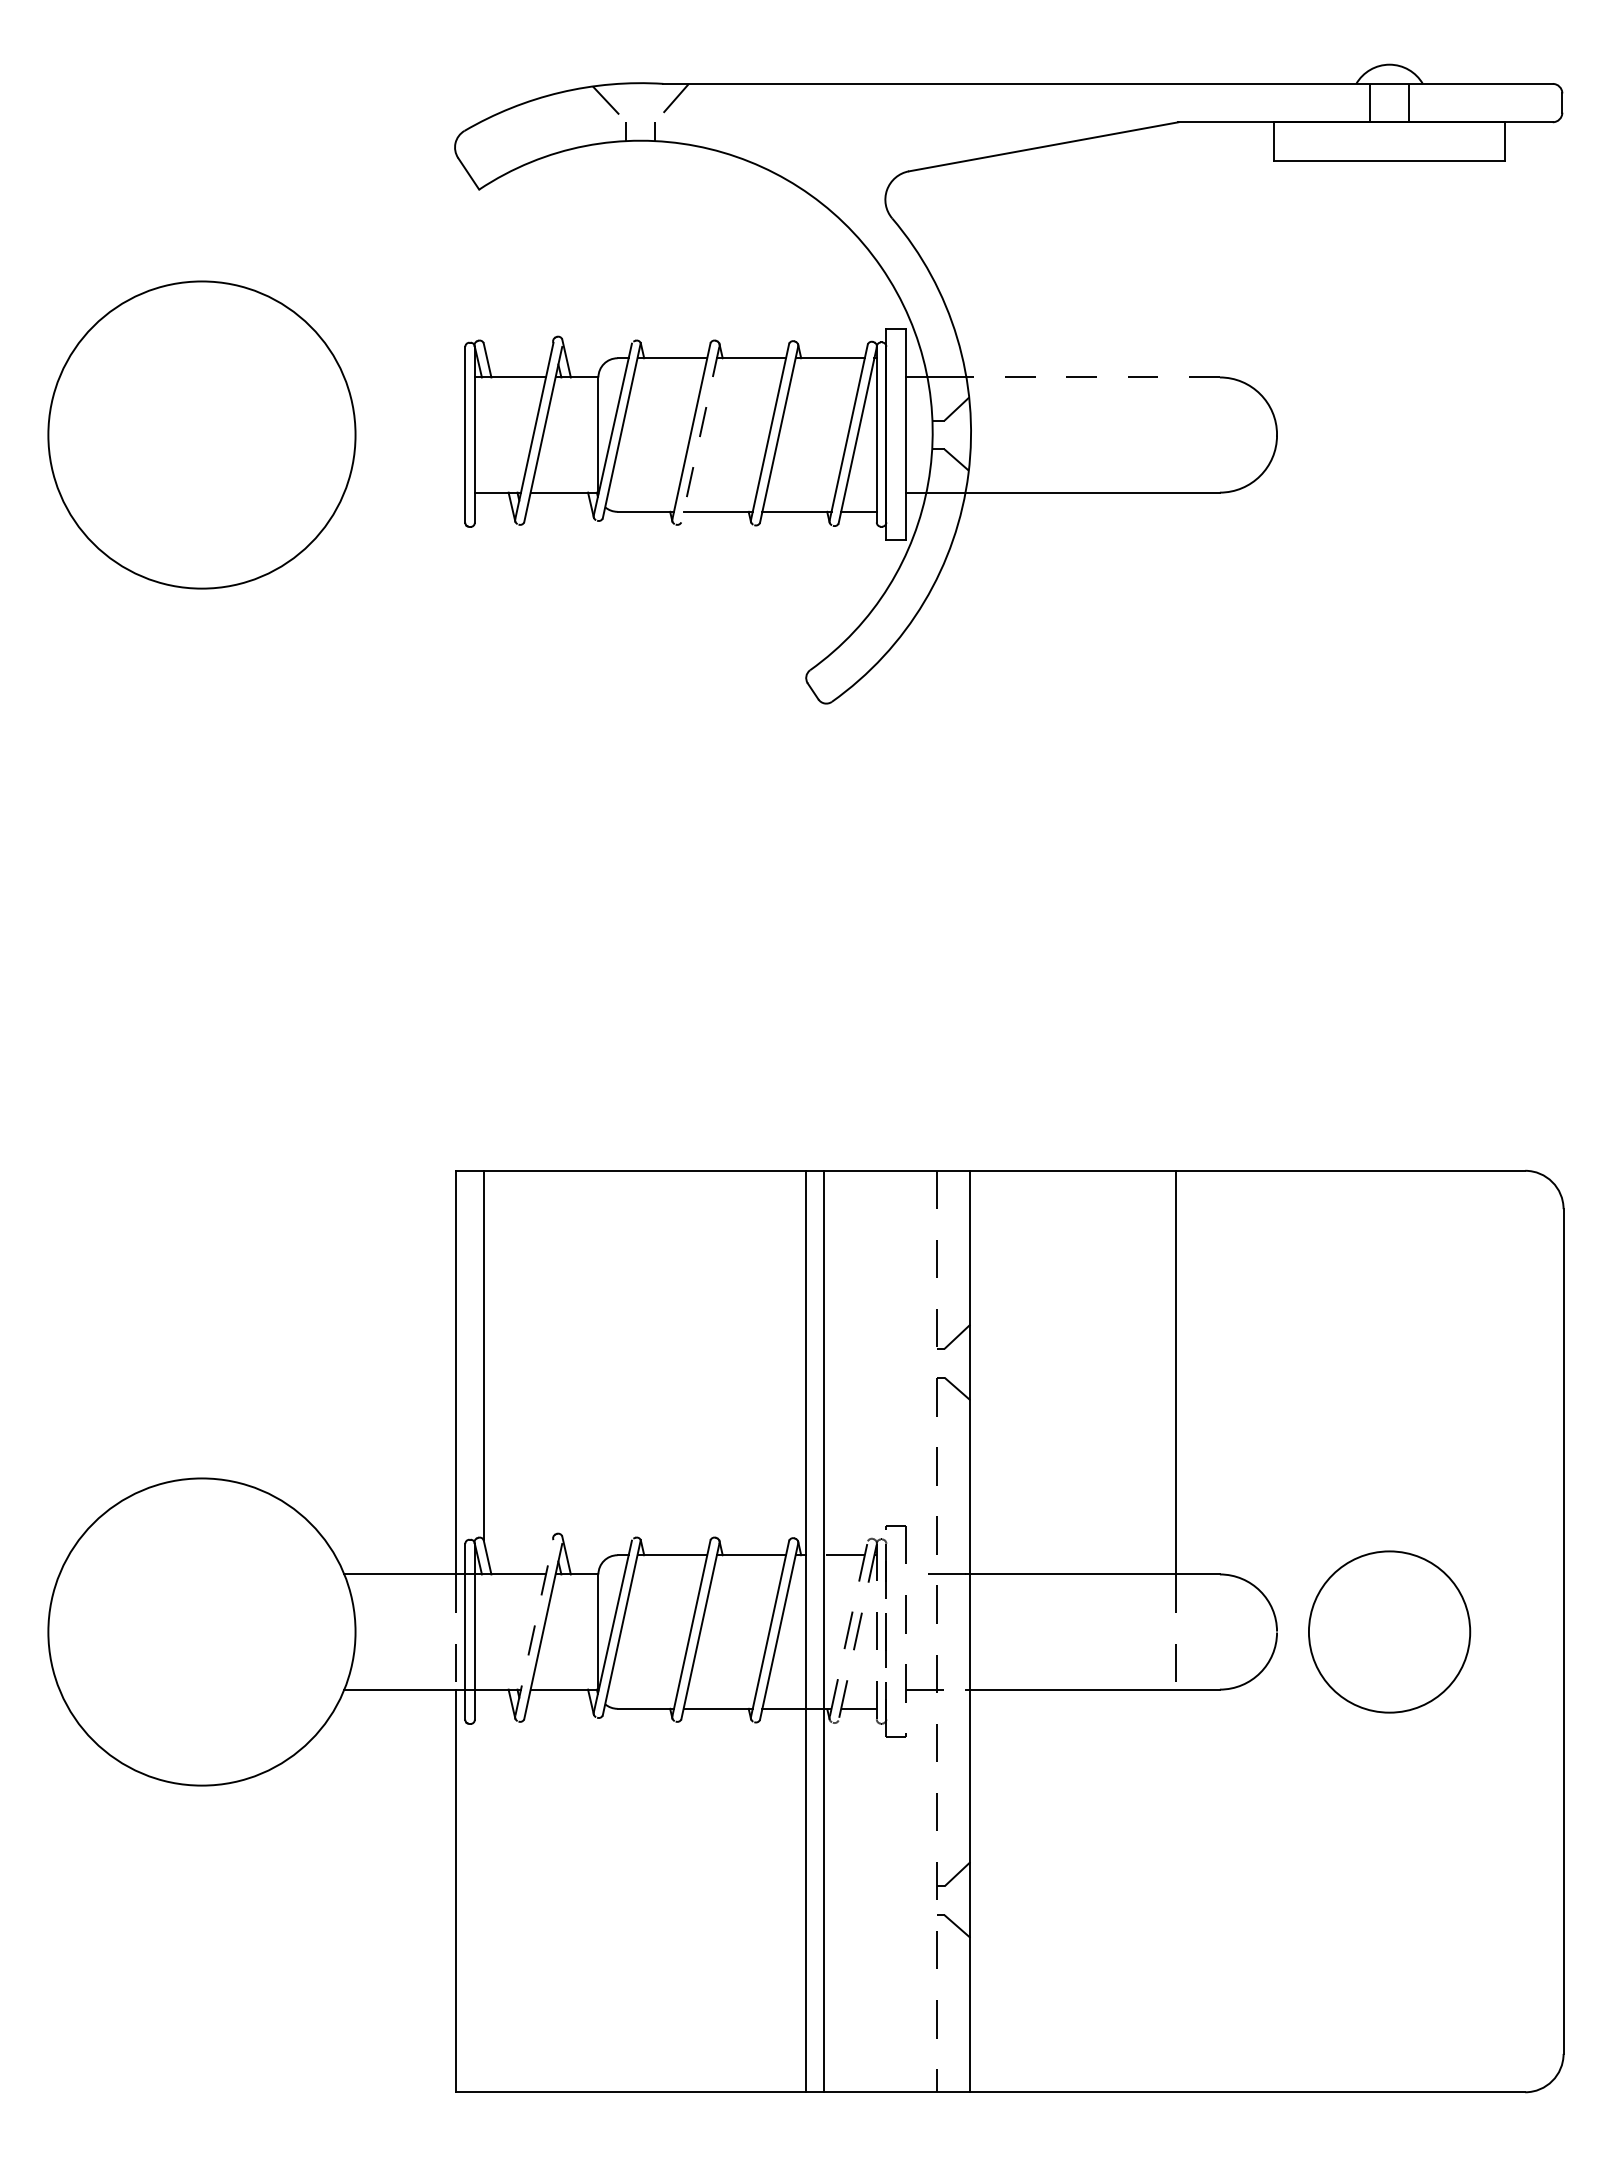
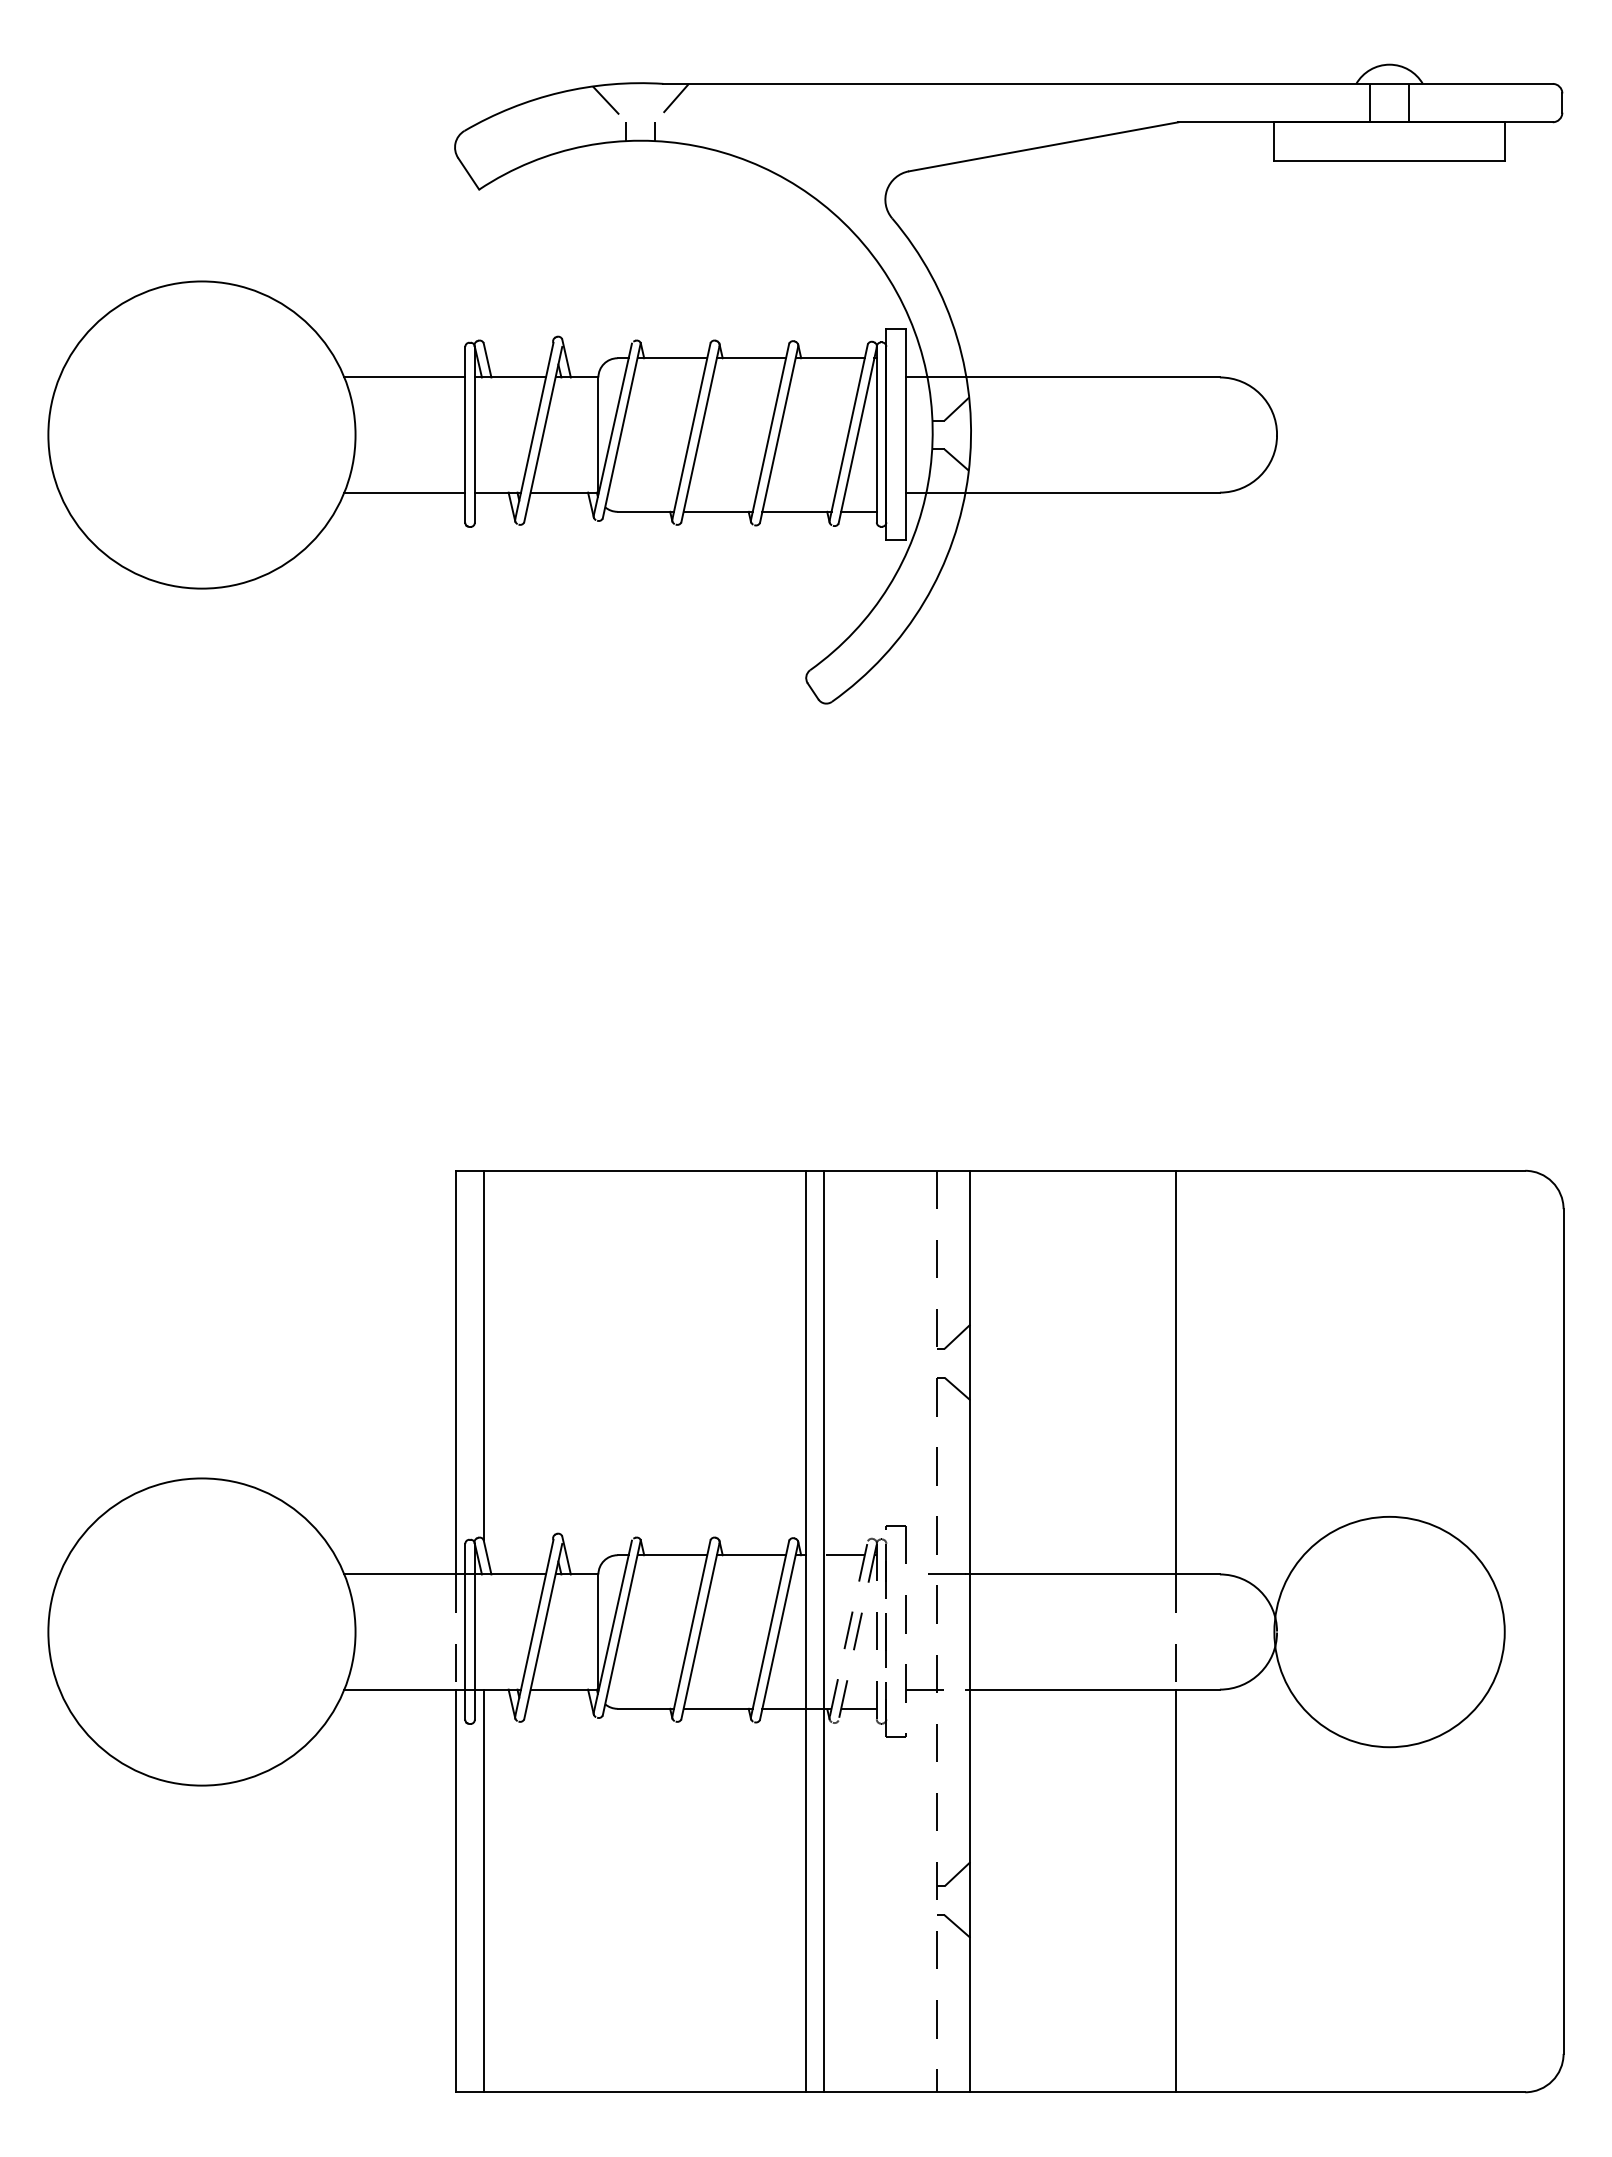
line at (404, 377): none -> present
line at (1093, 377): dashed -> solid
line at (700, 434): dashed -> solid
line at (404, 492): none -> present
line at (534, 1627): dashed -> solid
circle at (1389, 1631) diameter: 161 px -> 230 px
line at (483, 1890): none -> present
line at (1176, 1890): none -> present
